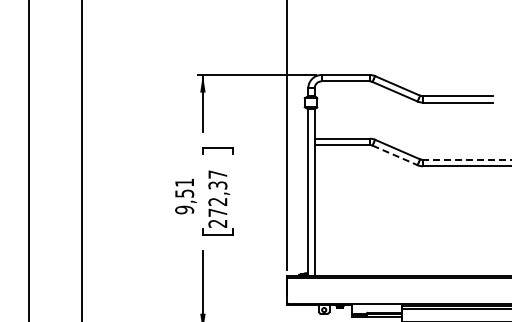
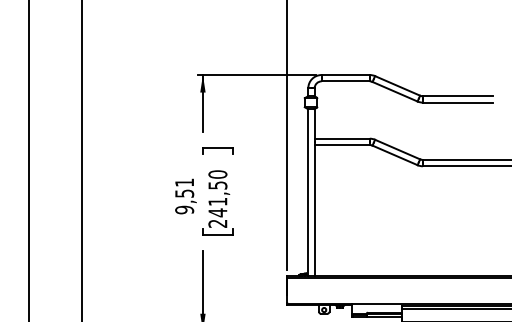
line at (395, 155): dashed -> solid
line at (466, 159): dashed -> solid
text at (217, 193): 272,37 -> 241,50
